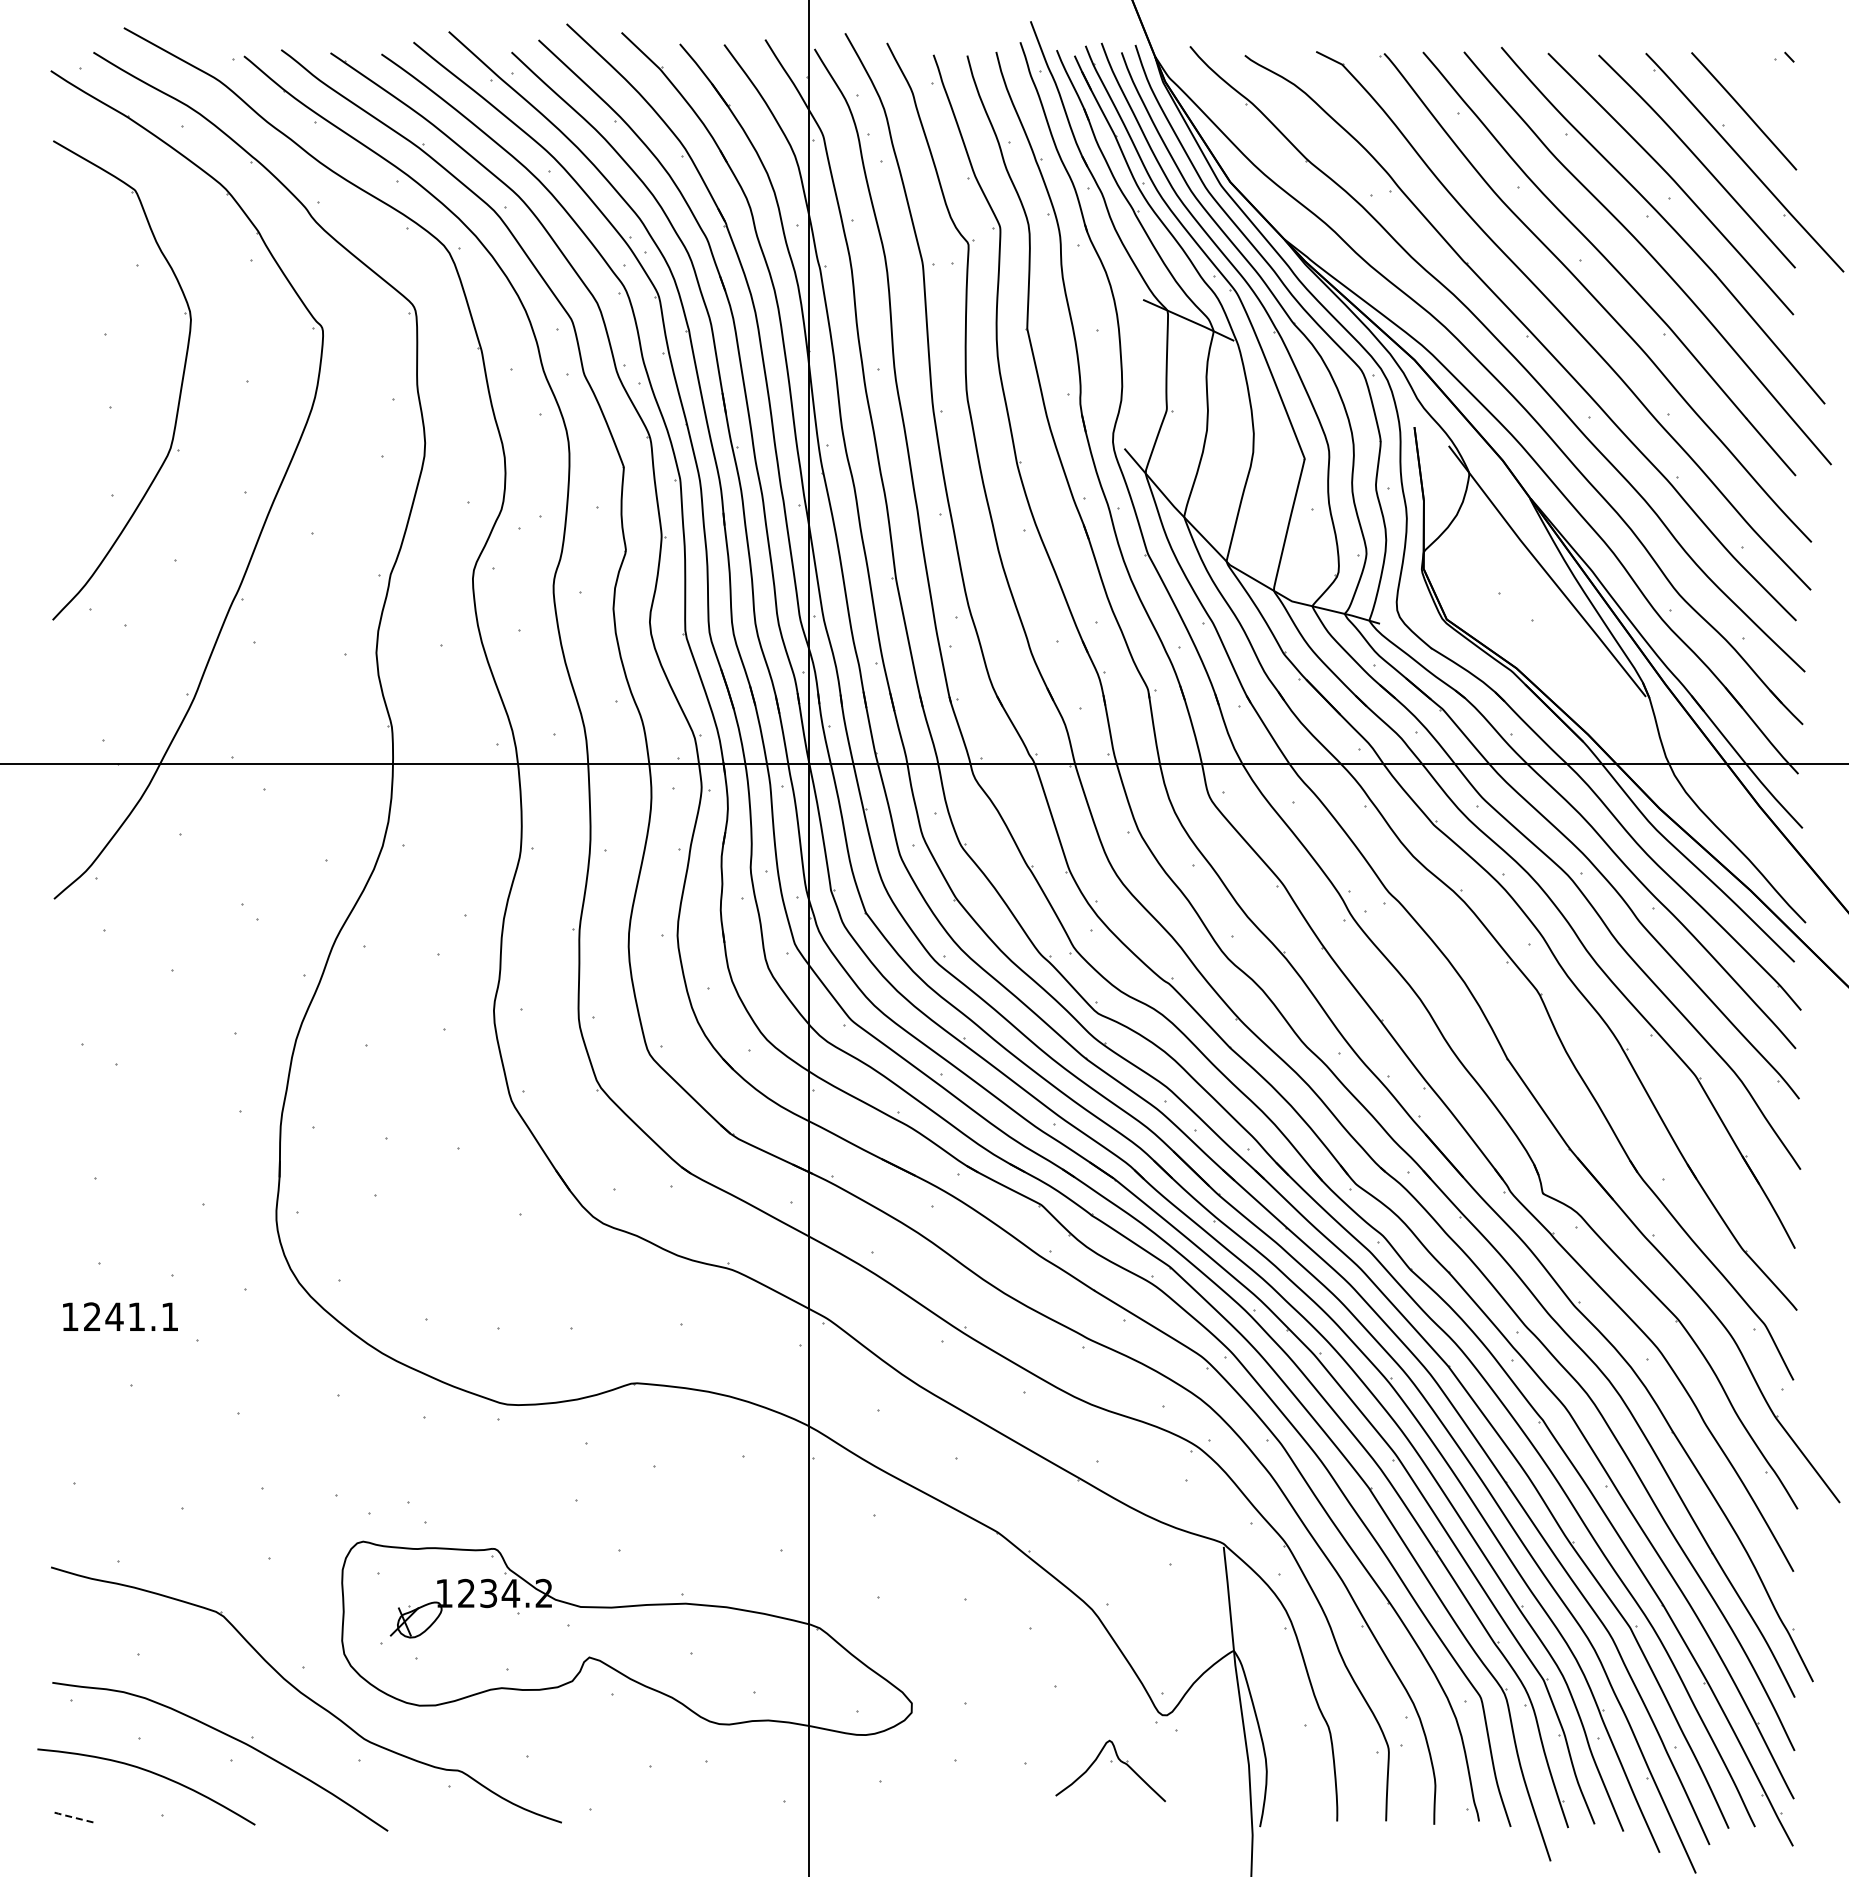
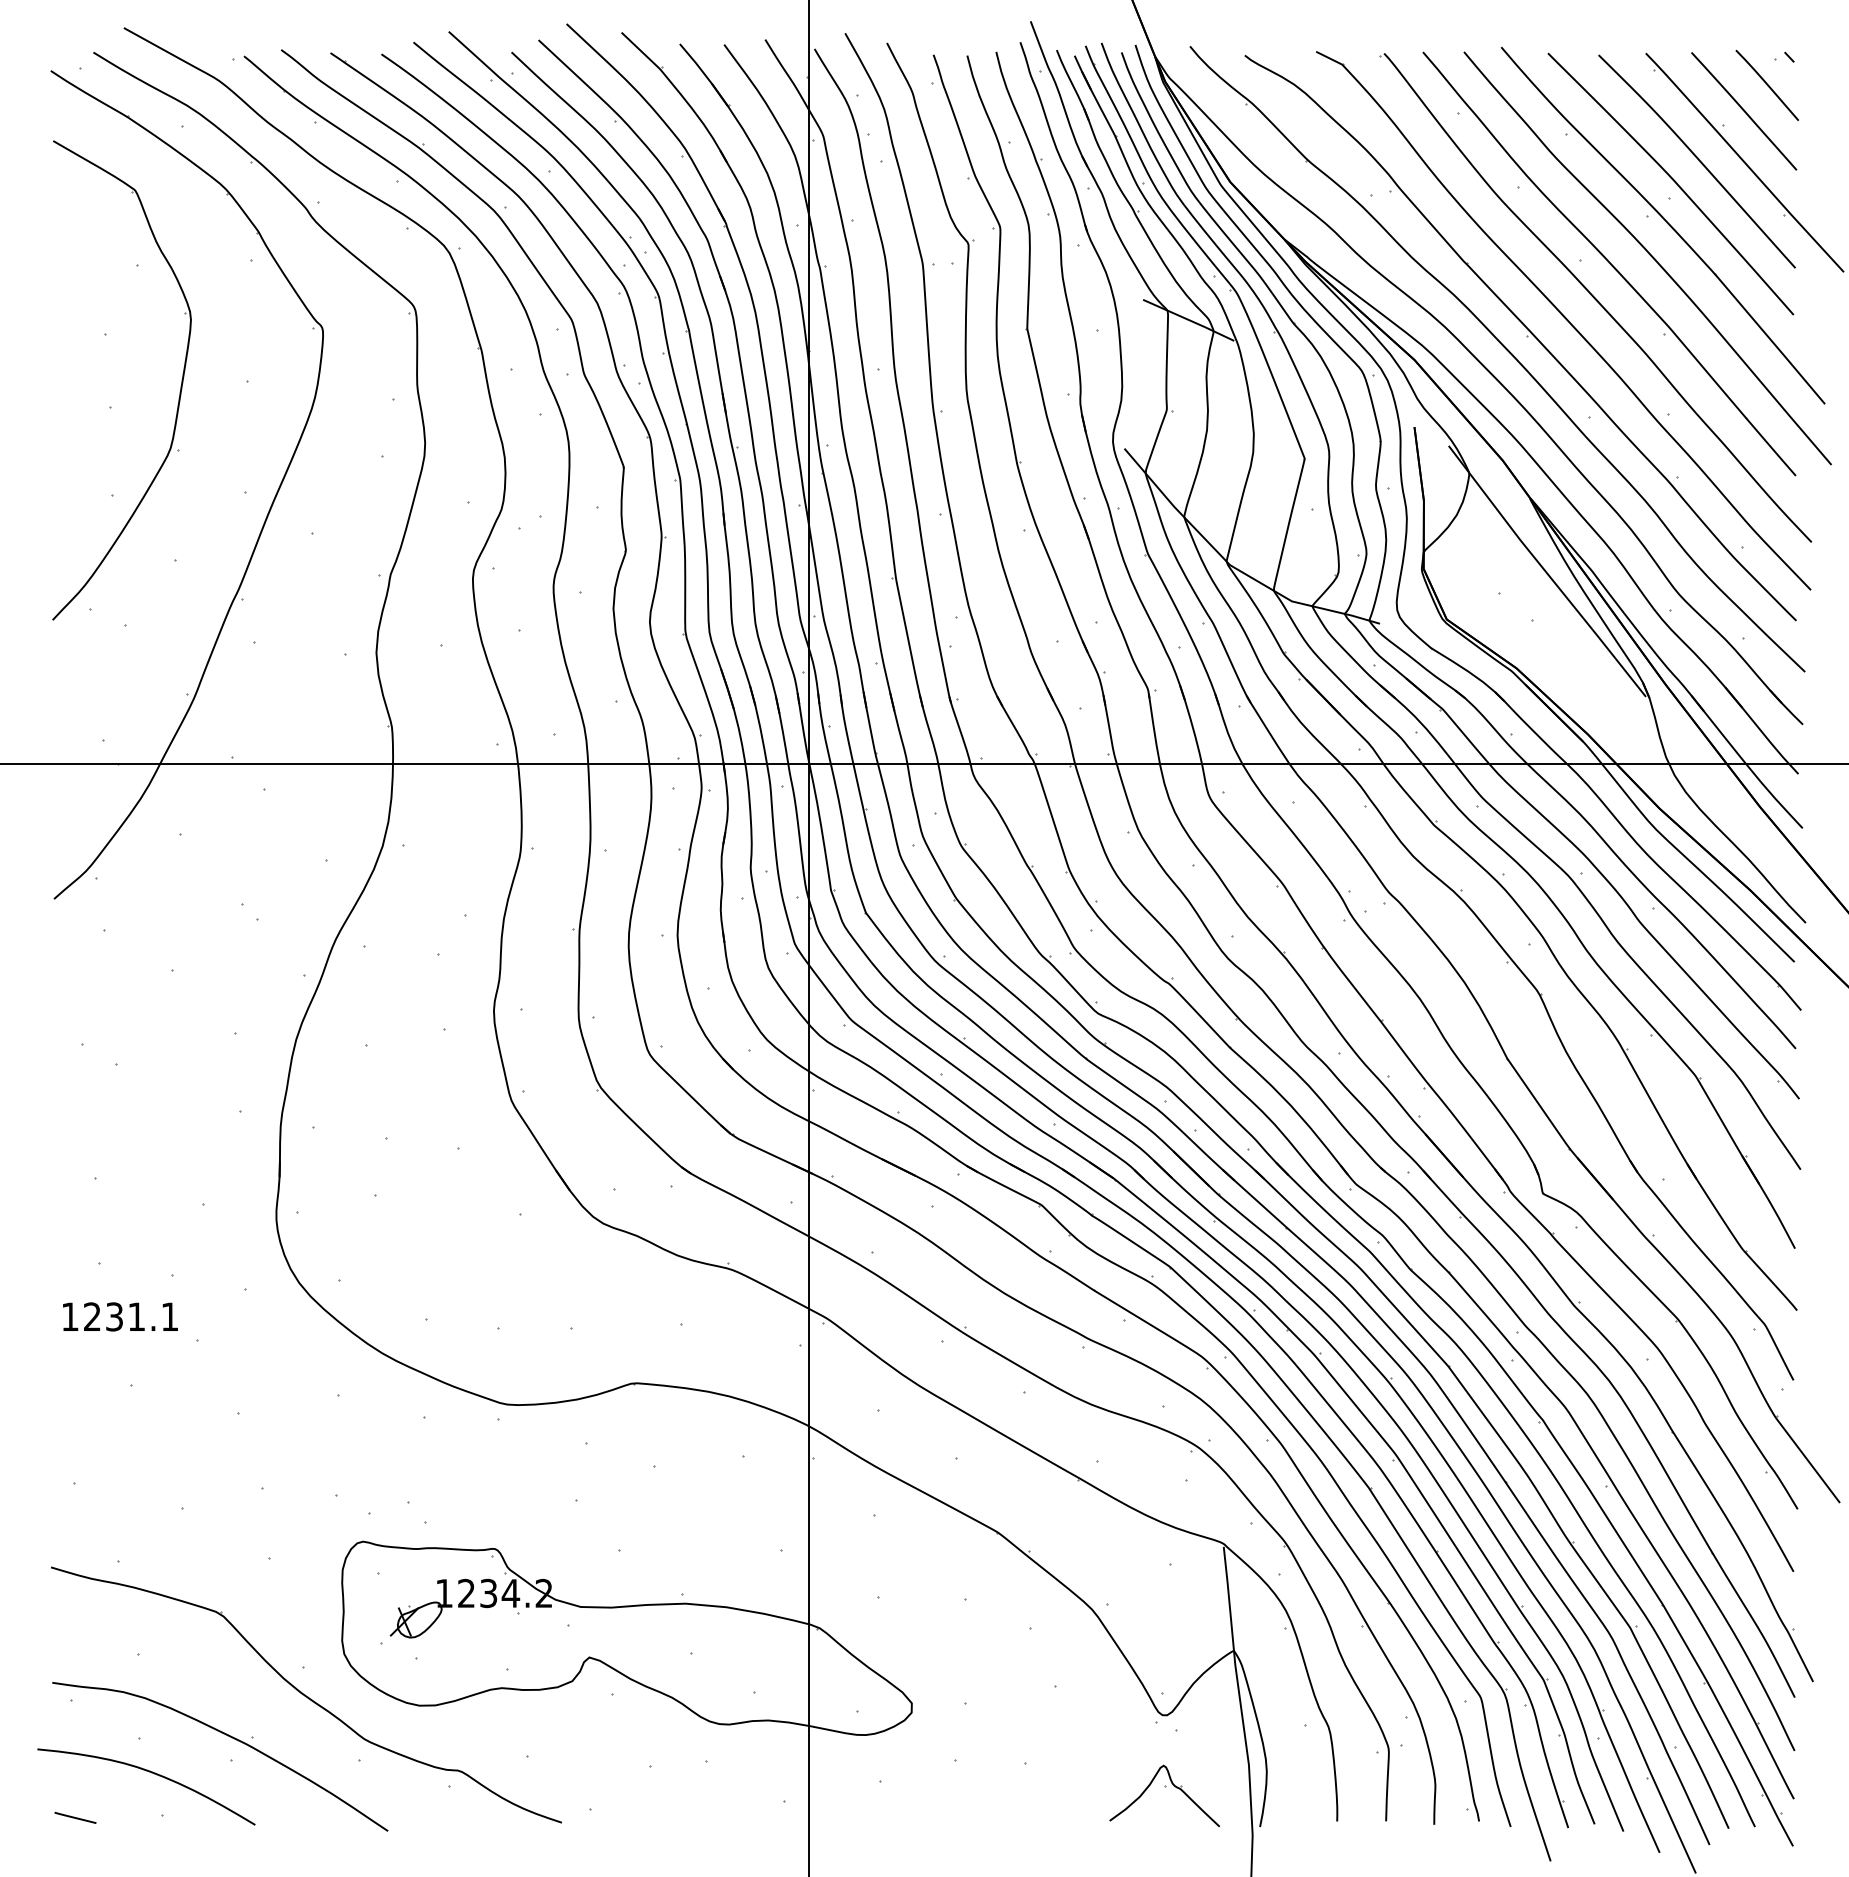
line at (1766, 84): none -> present
text at (114, 1316): 1241.1 -> 1231.1
part at (1111, 1762) position: (1111, 1762) -> (1165, 1787)
line at (74, 1817): dashed -> solid
